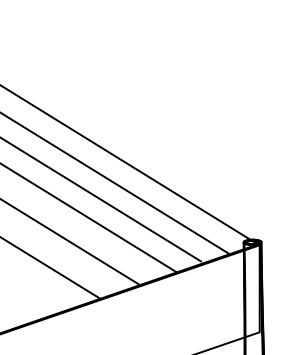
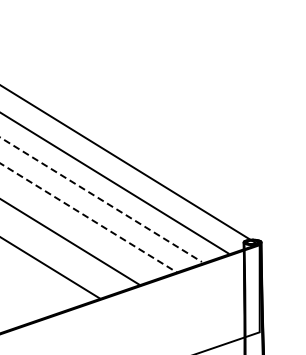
line at (101, 200): solid -> dashed
line at (88, 218): solid -> dashed
